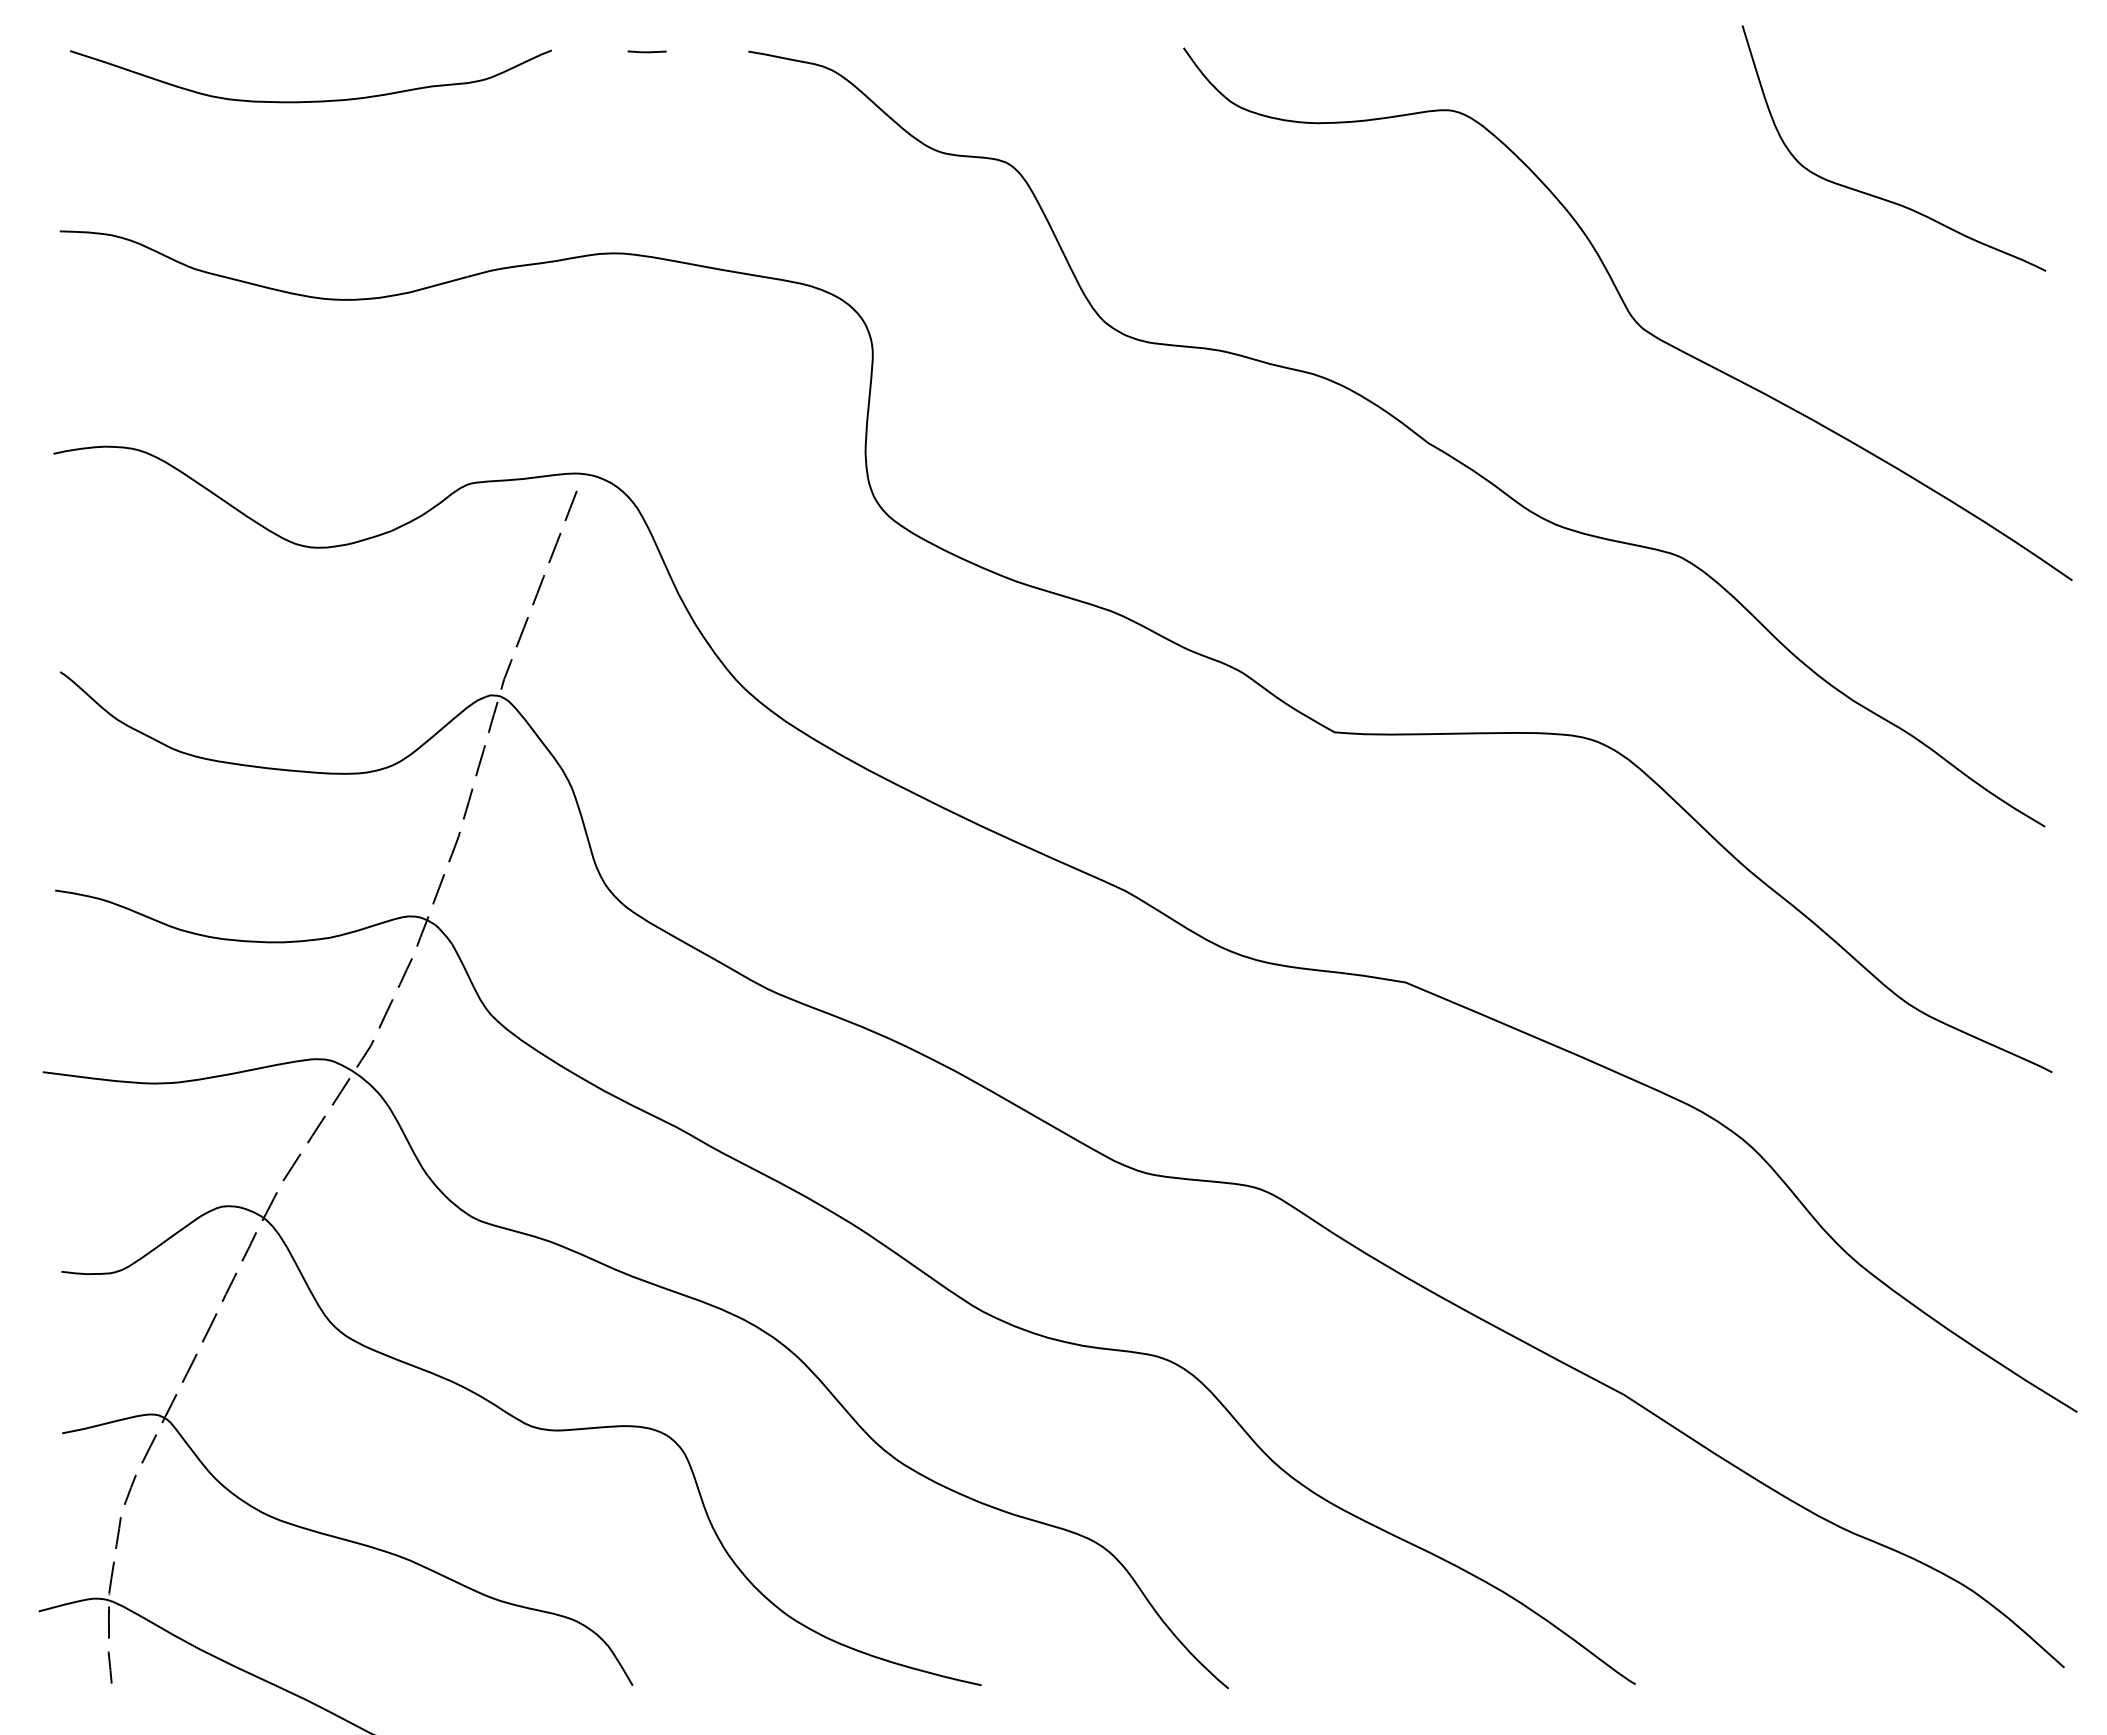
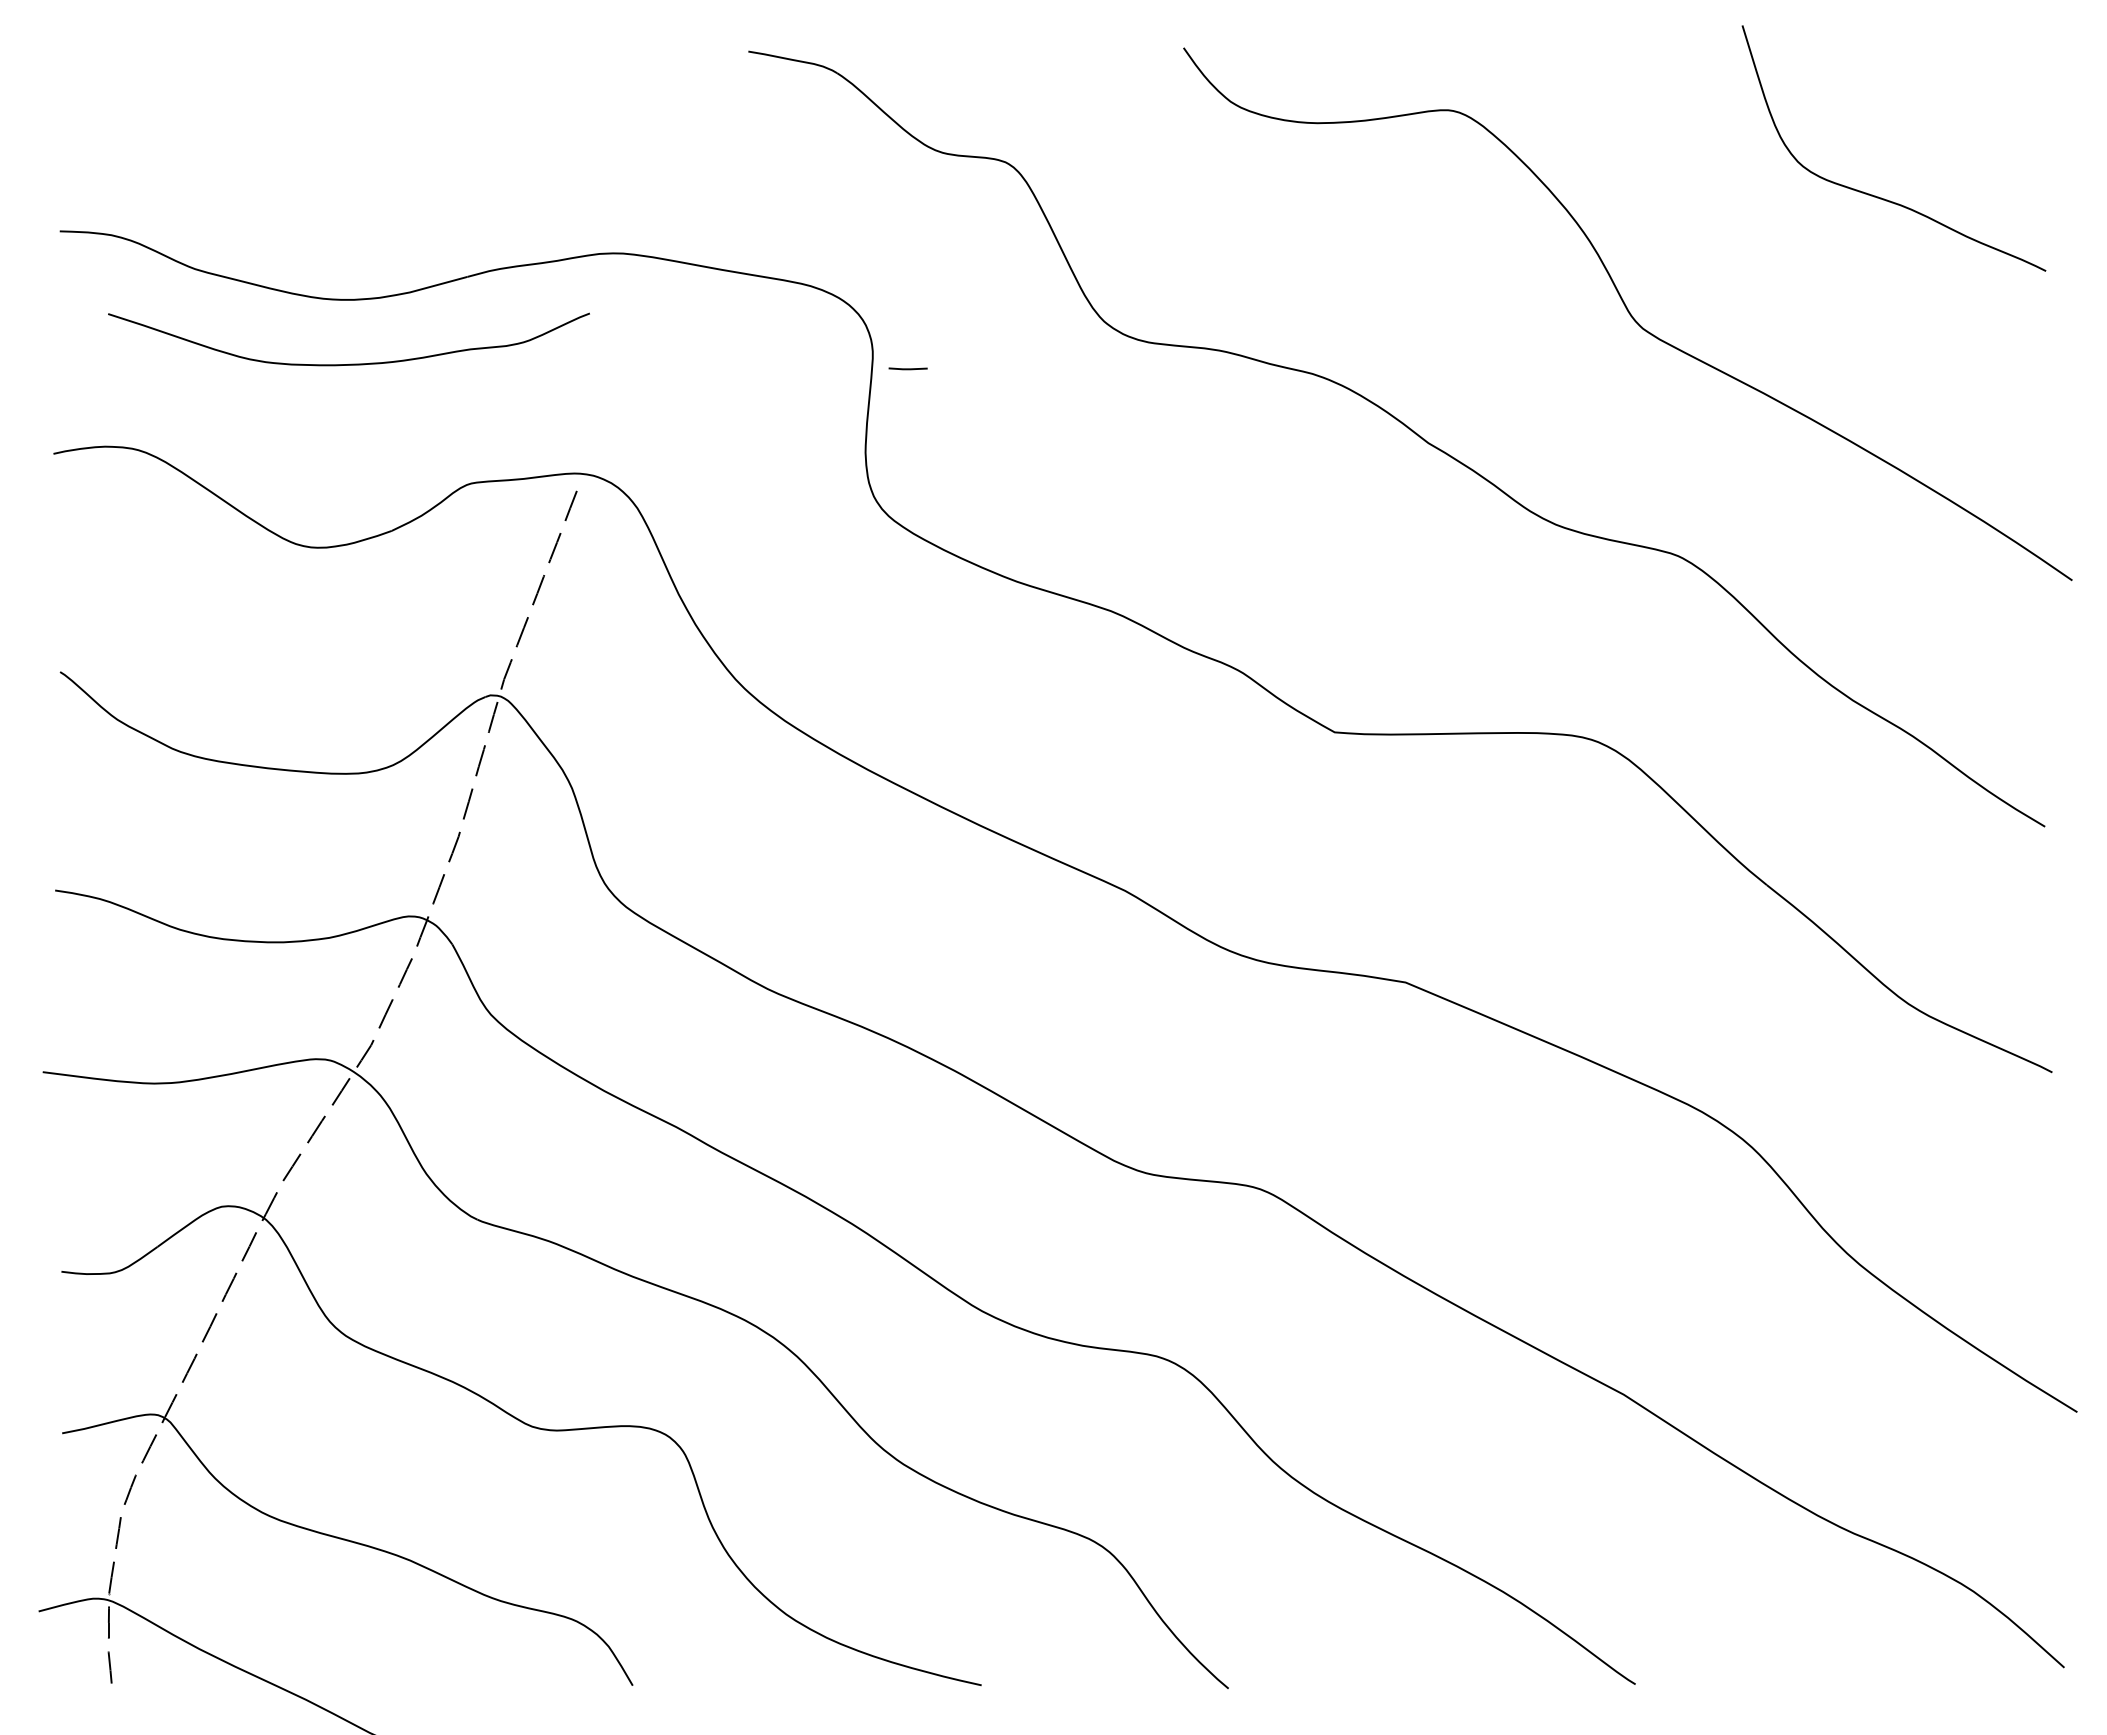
line at (646, 51) position: (646, 51) -> (907, 368)
curve at (312, 100) position: (312, 100) -> (350, 363)
